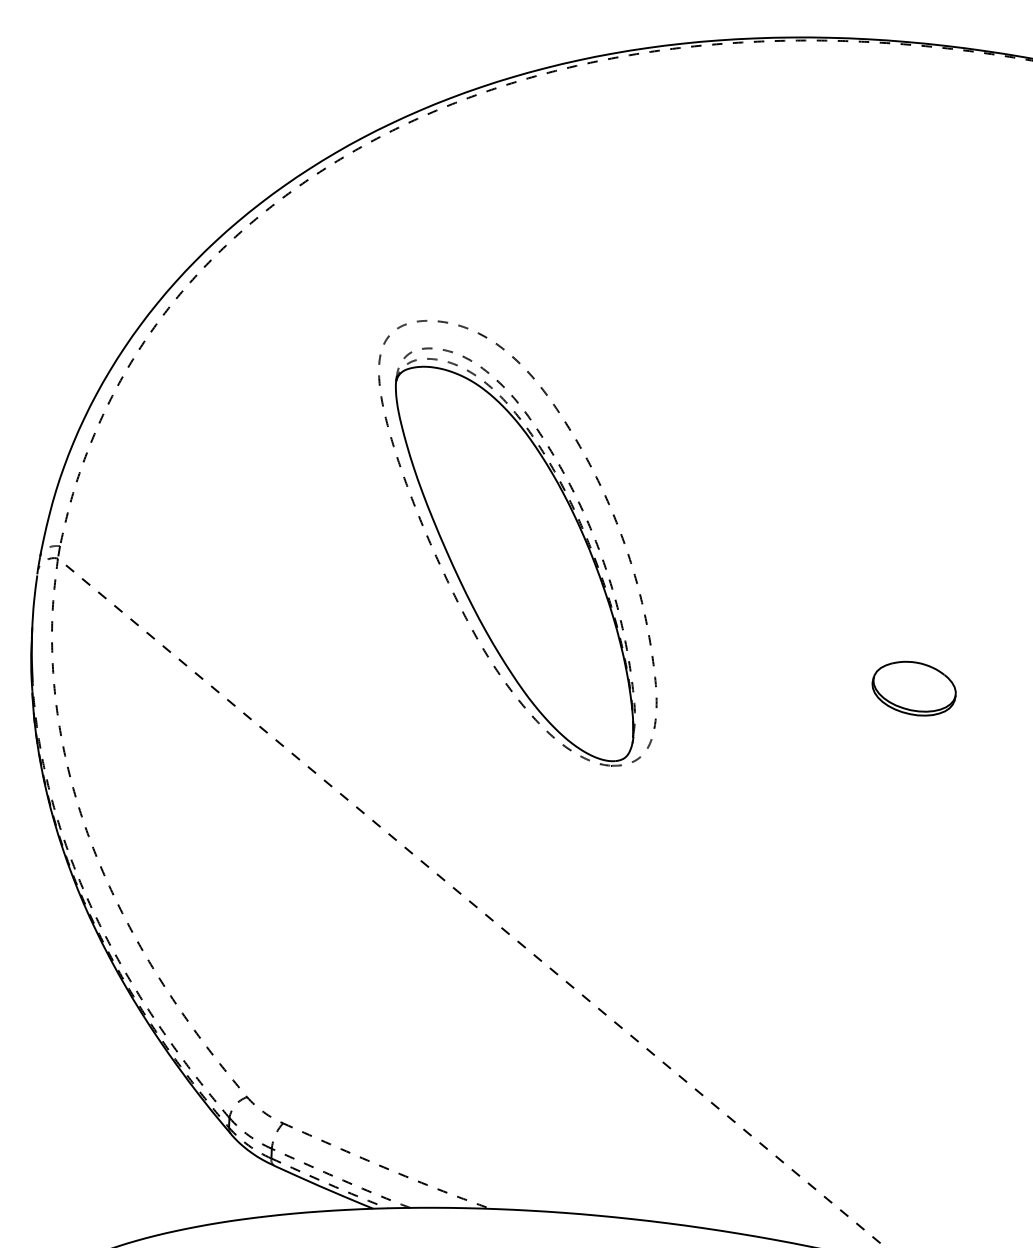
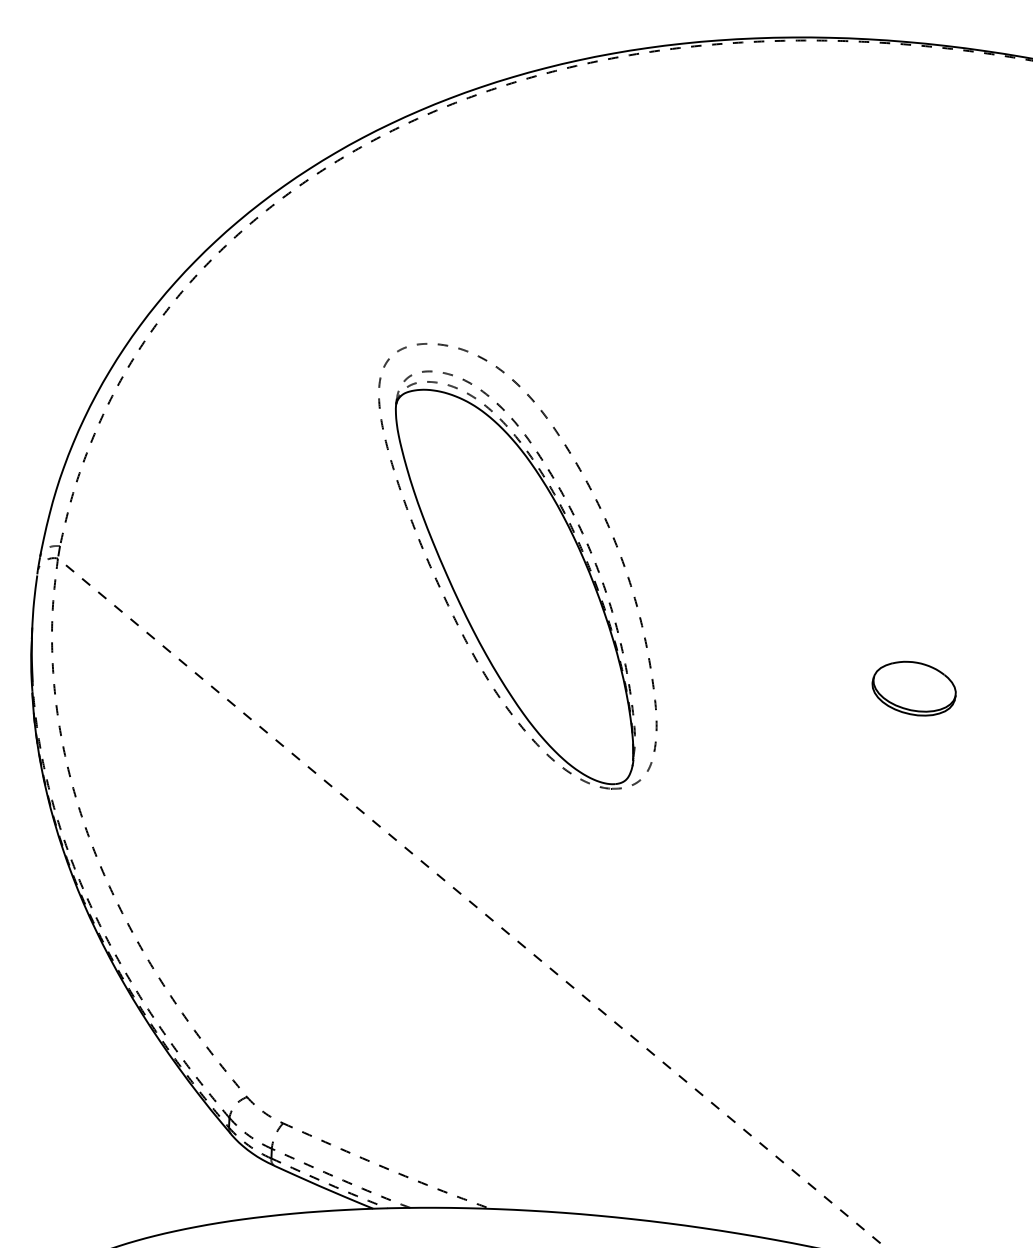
part at (517, 543) position: (517, 543) -> (517, 566)
